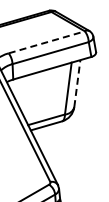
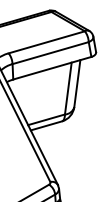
line at (46, 42): dashed -> solid
line at (77, 83): dashed -> solid
